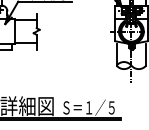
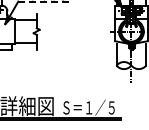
line at (45, 1): solid -> dashed
